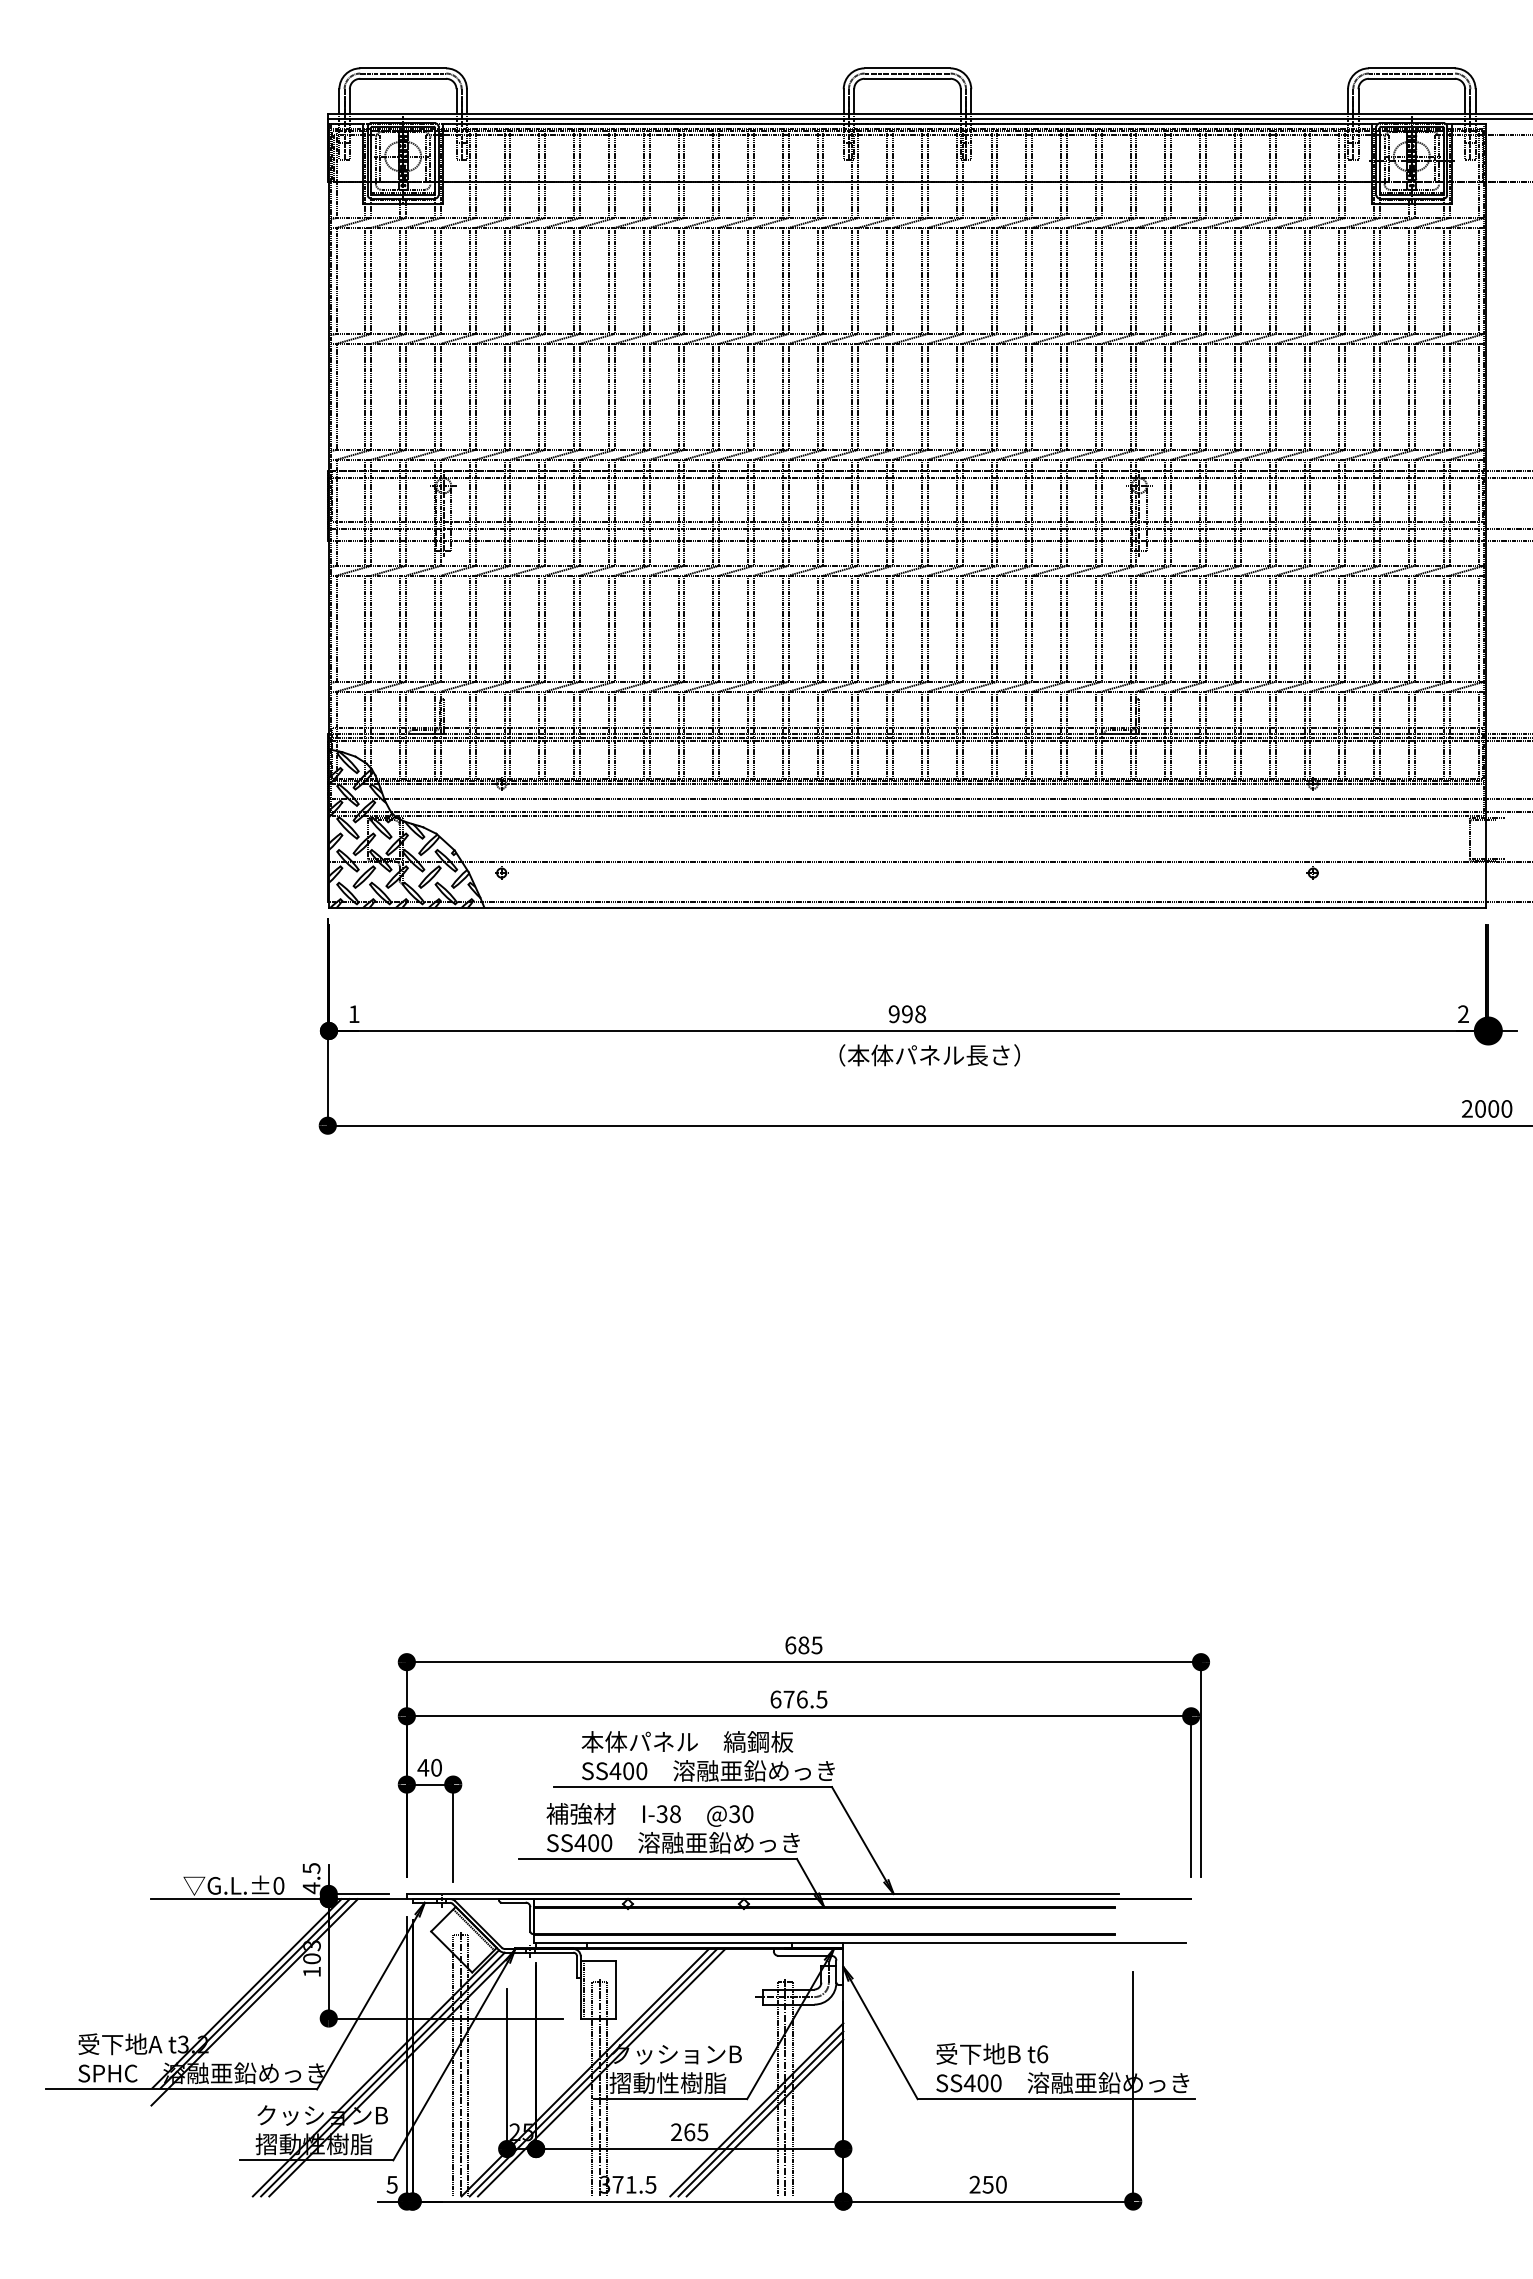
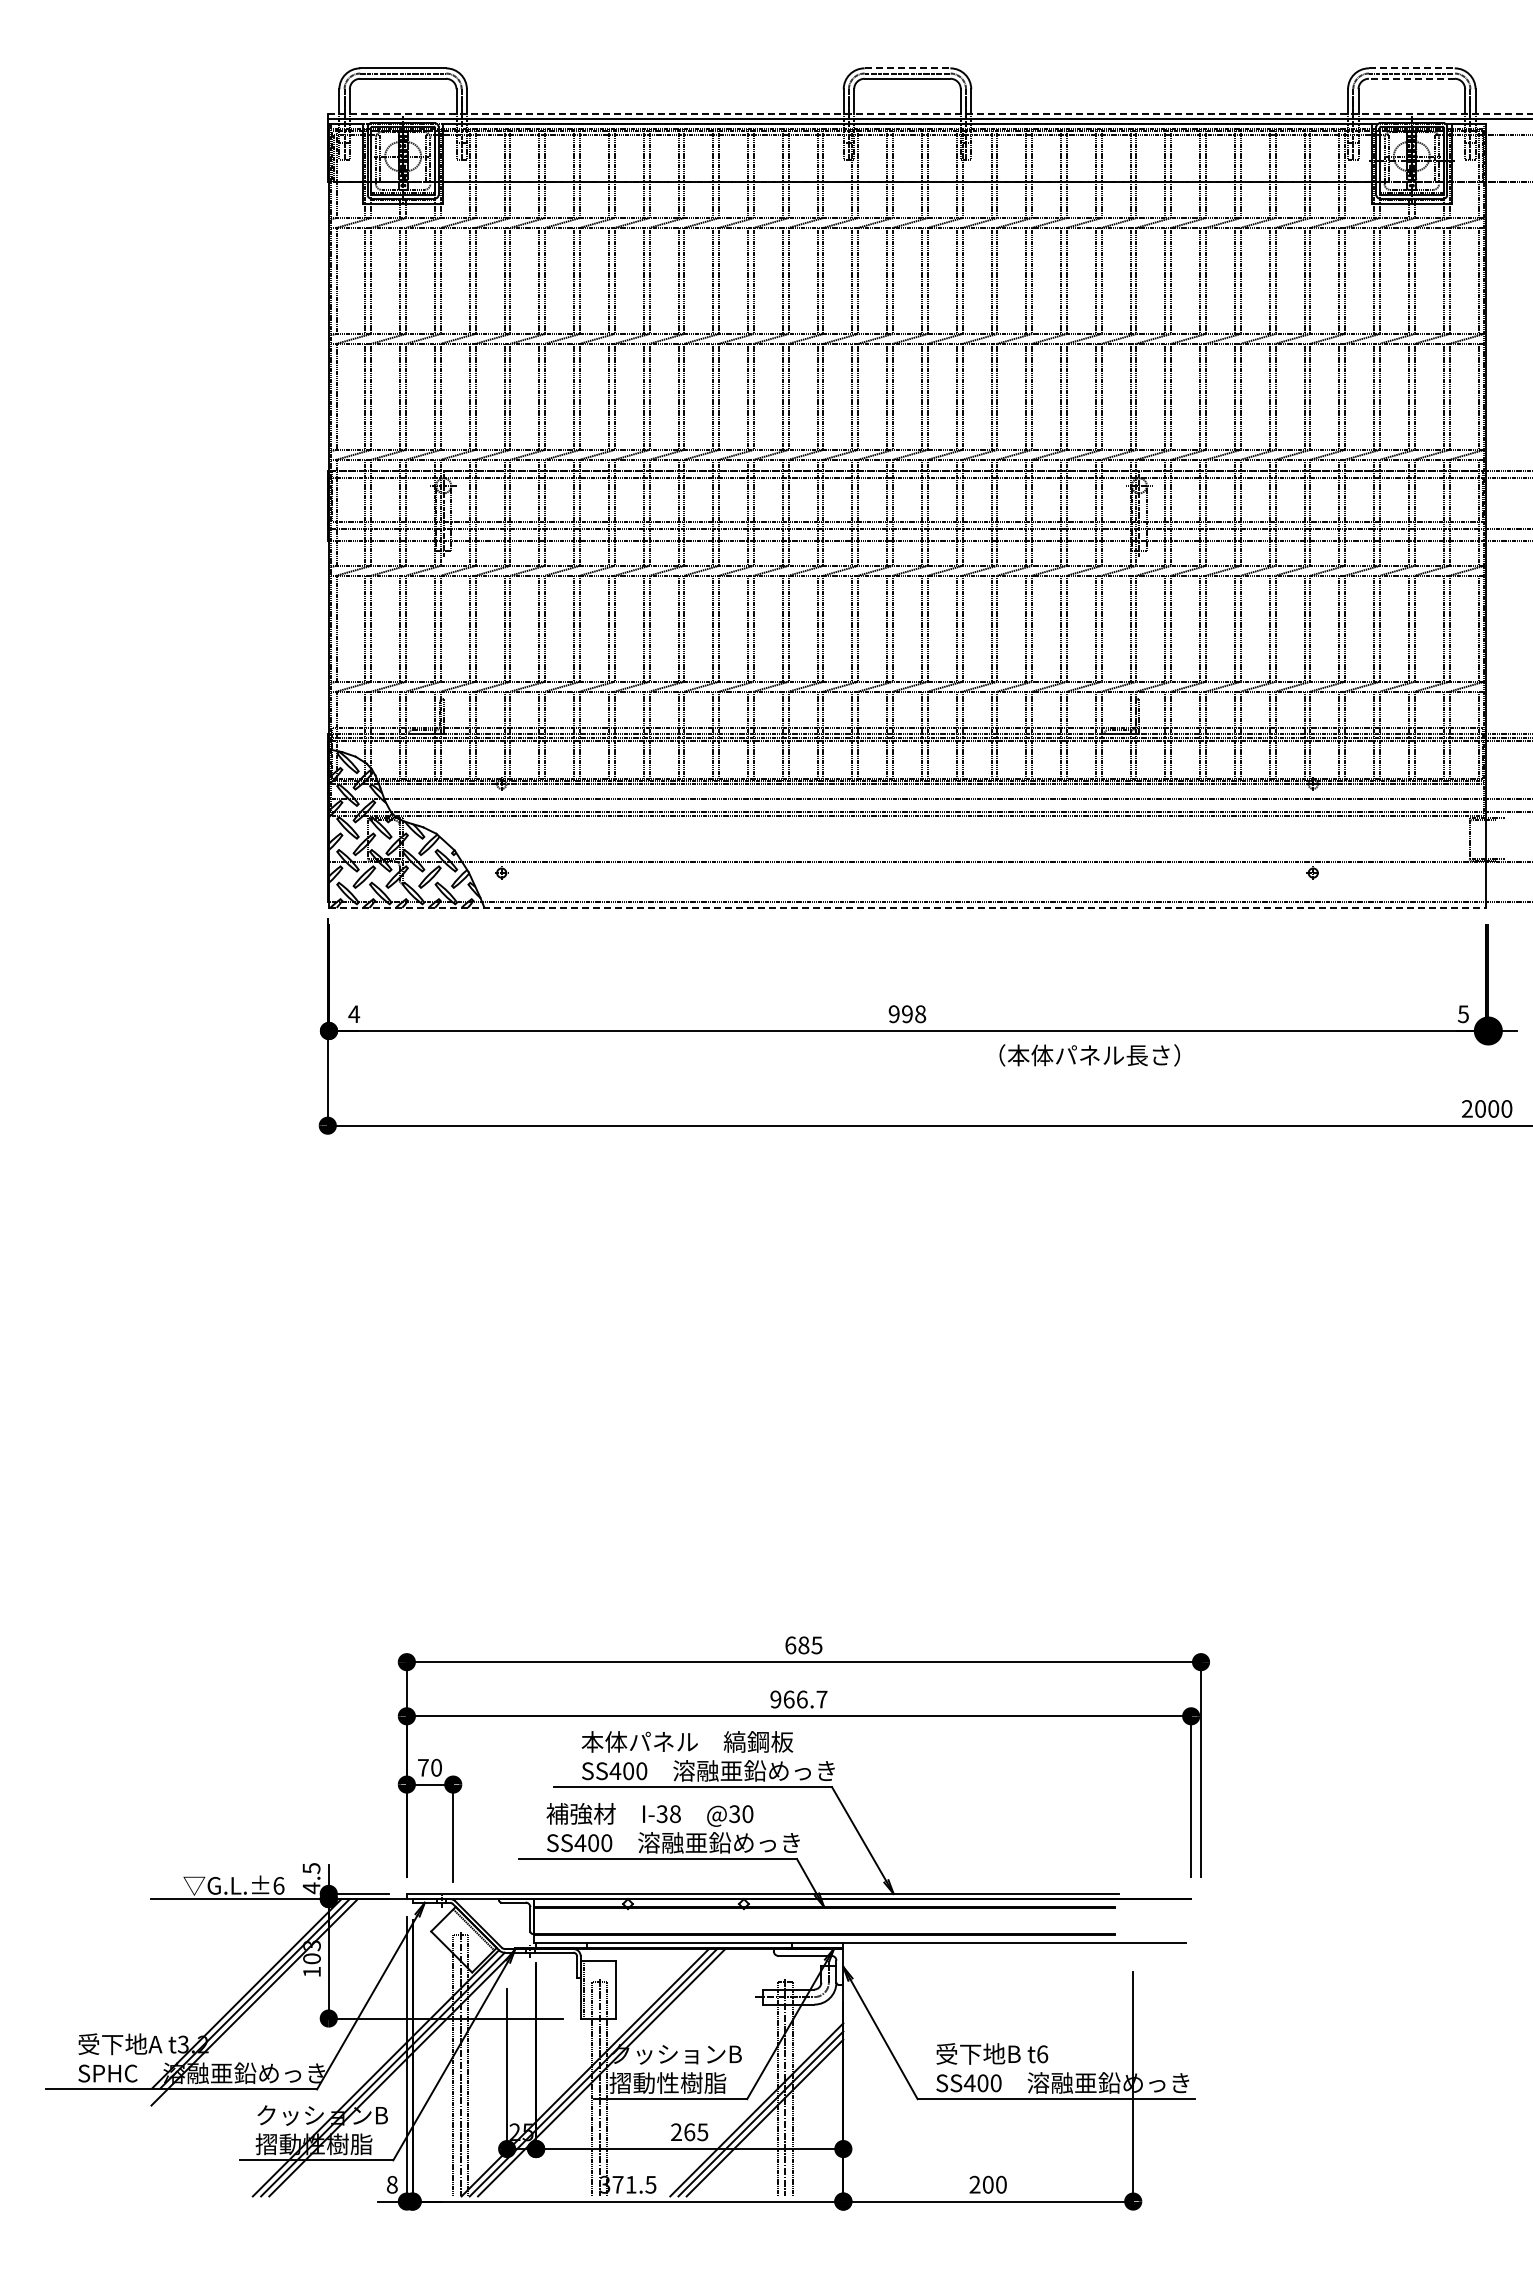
line at (907, 68): solid -> dashed
line at (1411, 68): solid -> dashed
line at (1411, 78): solid -> dashed
line at (930, 113): solid -> dashed
line at (907, 907): solid -> dashed
text at (354, 1013): 1 -> 4
text at (1463, 1014): 2 -> 5
text at (929, 1055) position: (929, 1055) -> (1089, 1055)
text at (798, 1699): 676.5 -> 966.7
text at (423, 1767): 40 -> 70
text at (278, 1885): G.L.±0 -> G.L.±6
text at (391, 2184): 5 -> 8
text at (987, 2184): 250 -> 200
